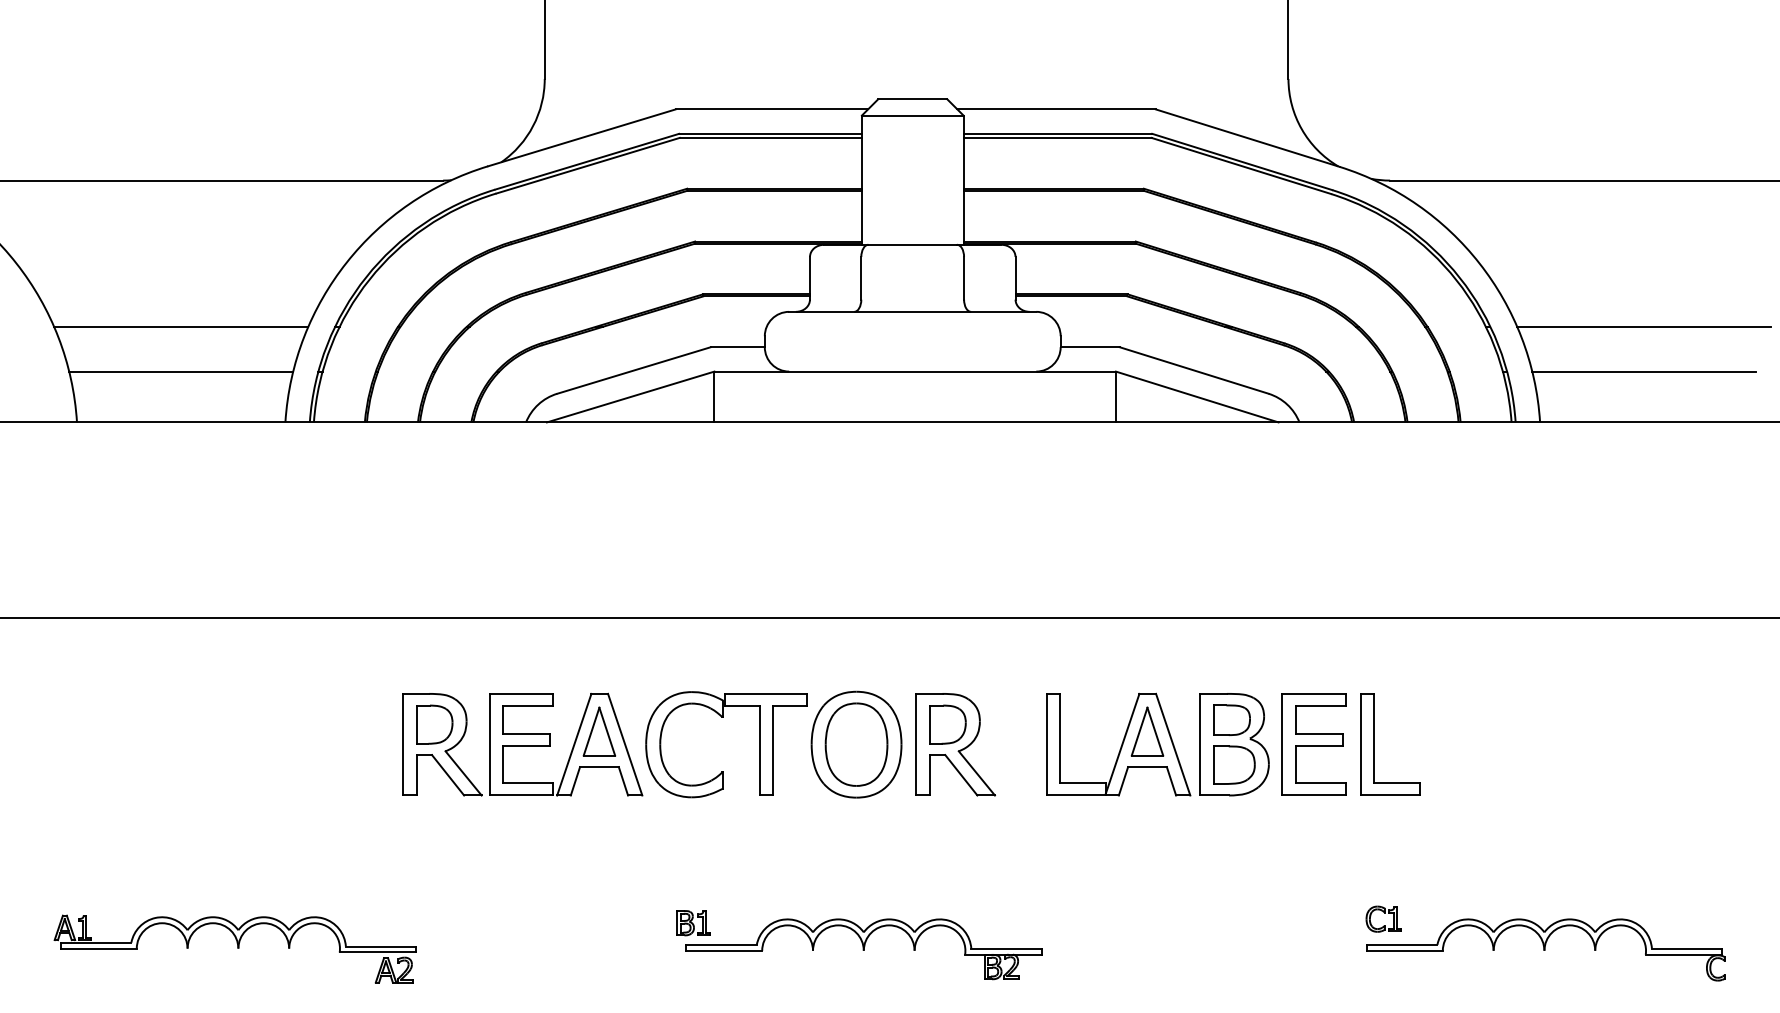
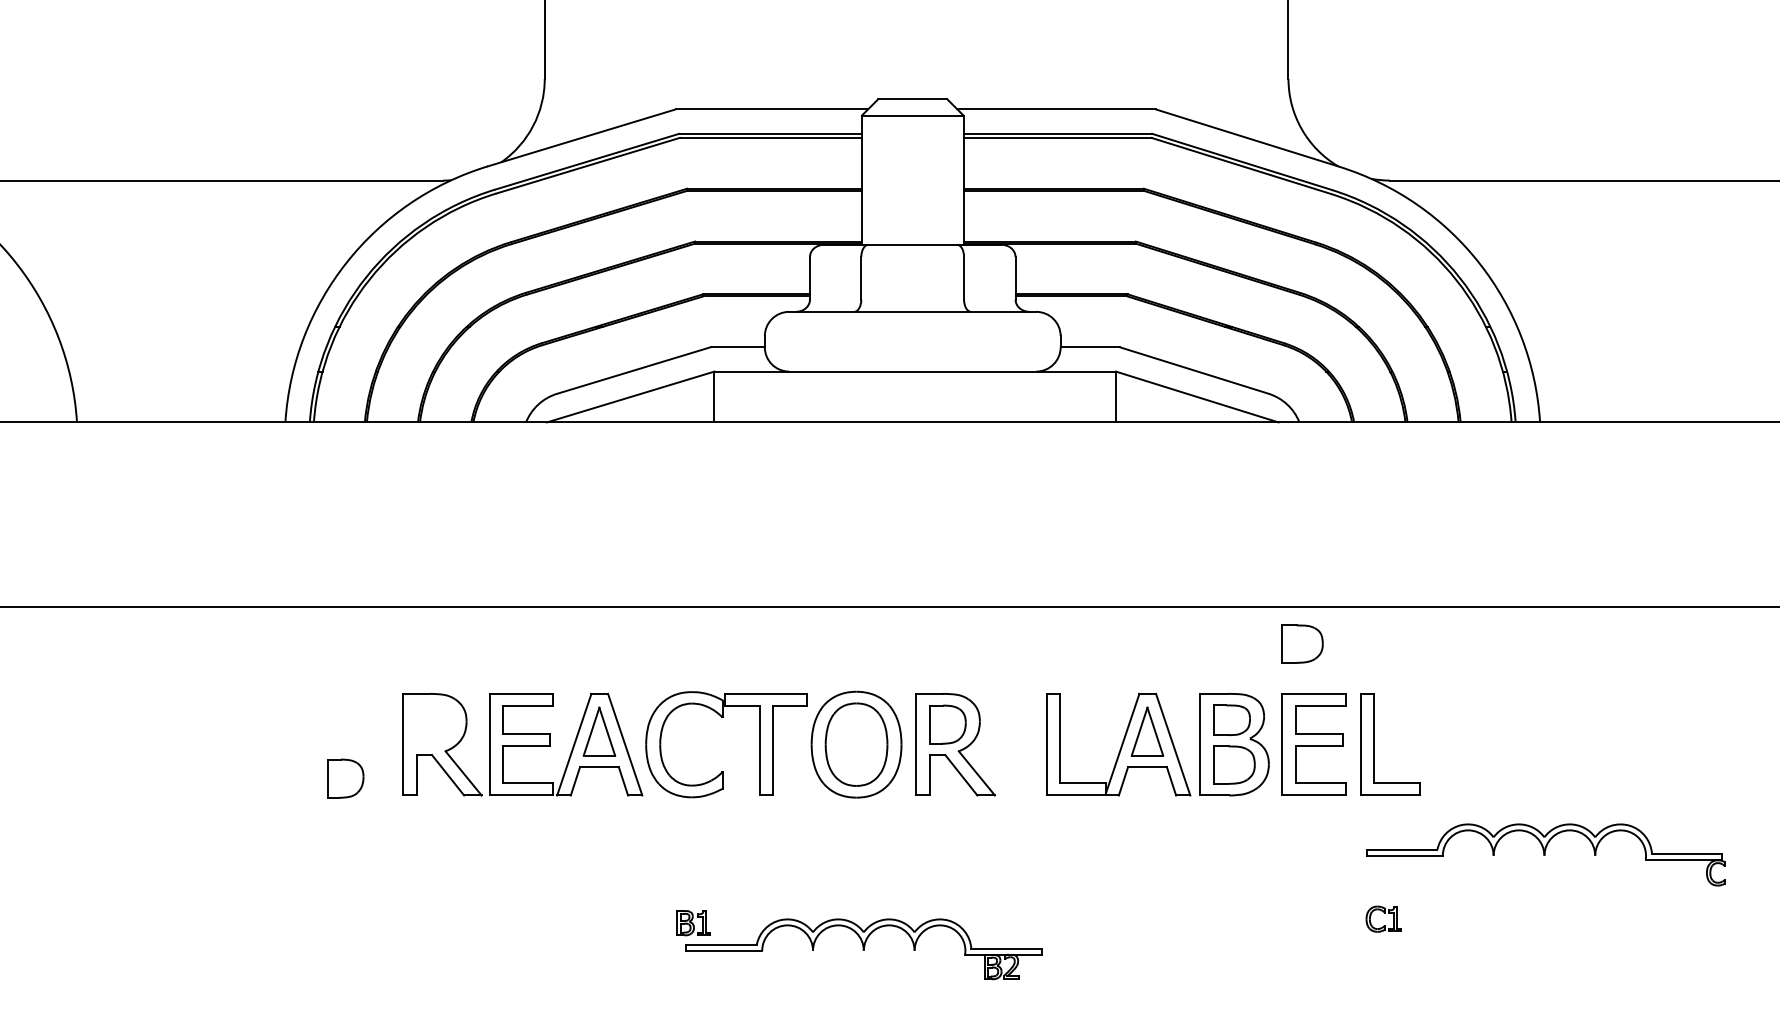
line at (181, 326): present -> none
line at (1644, 326): present -> none
line at (181, 371): present -> none
line at (1644, 371): present -> none
line at (889, 618) position: (889, 618) -> (889, 607)
part at (1302, 643): none -> present
part at (434, 724) position: (434, 724) -> (345, 778)
part at (234, 948): present -> none
part at (1545, 949) position: (1545, 949) -> (1545, 854)
